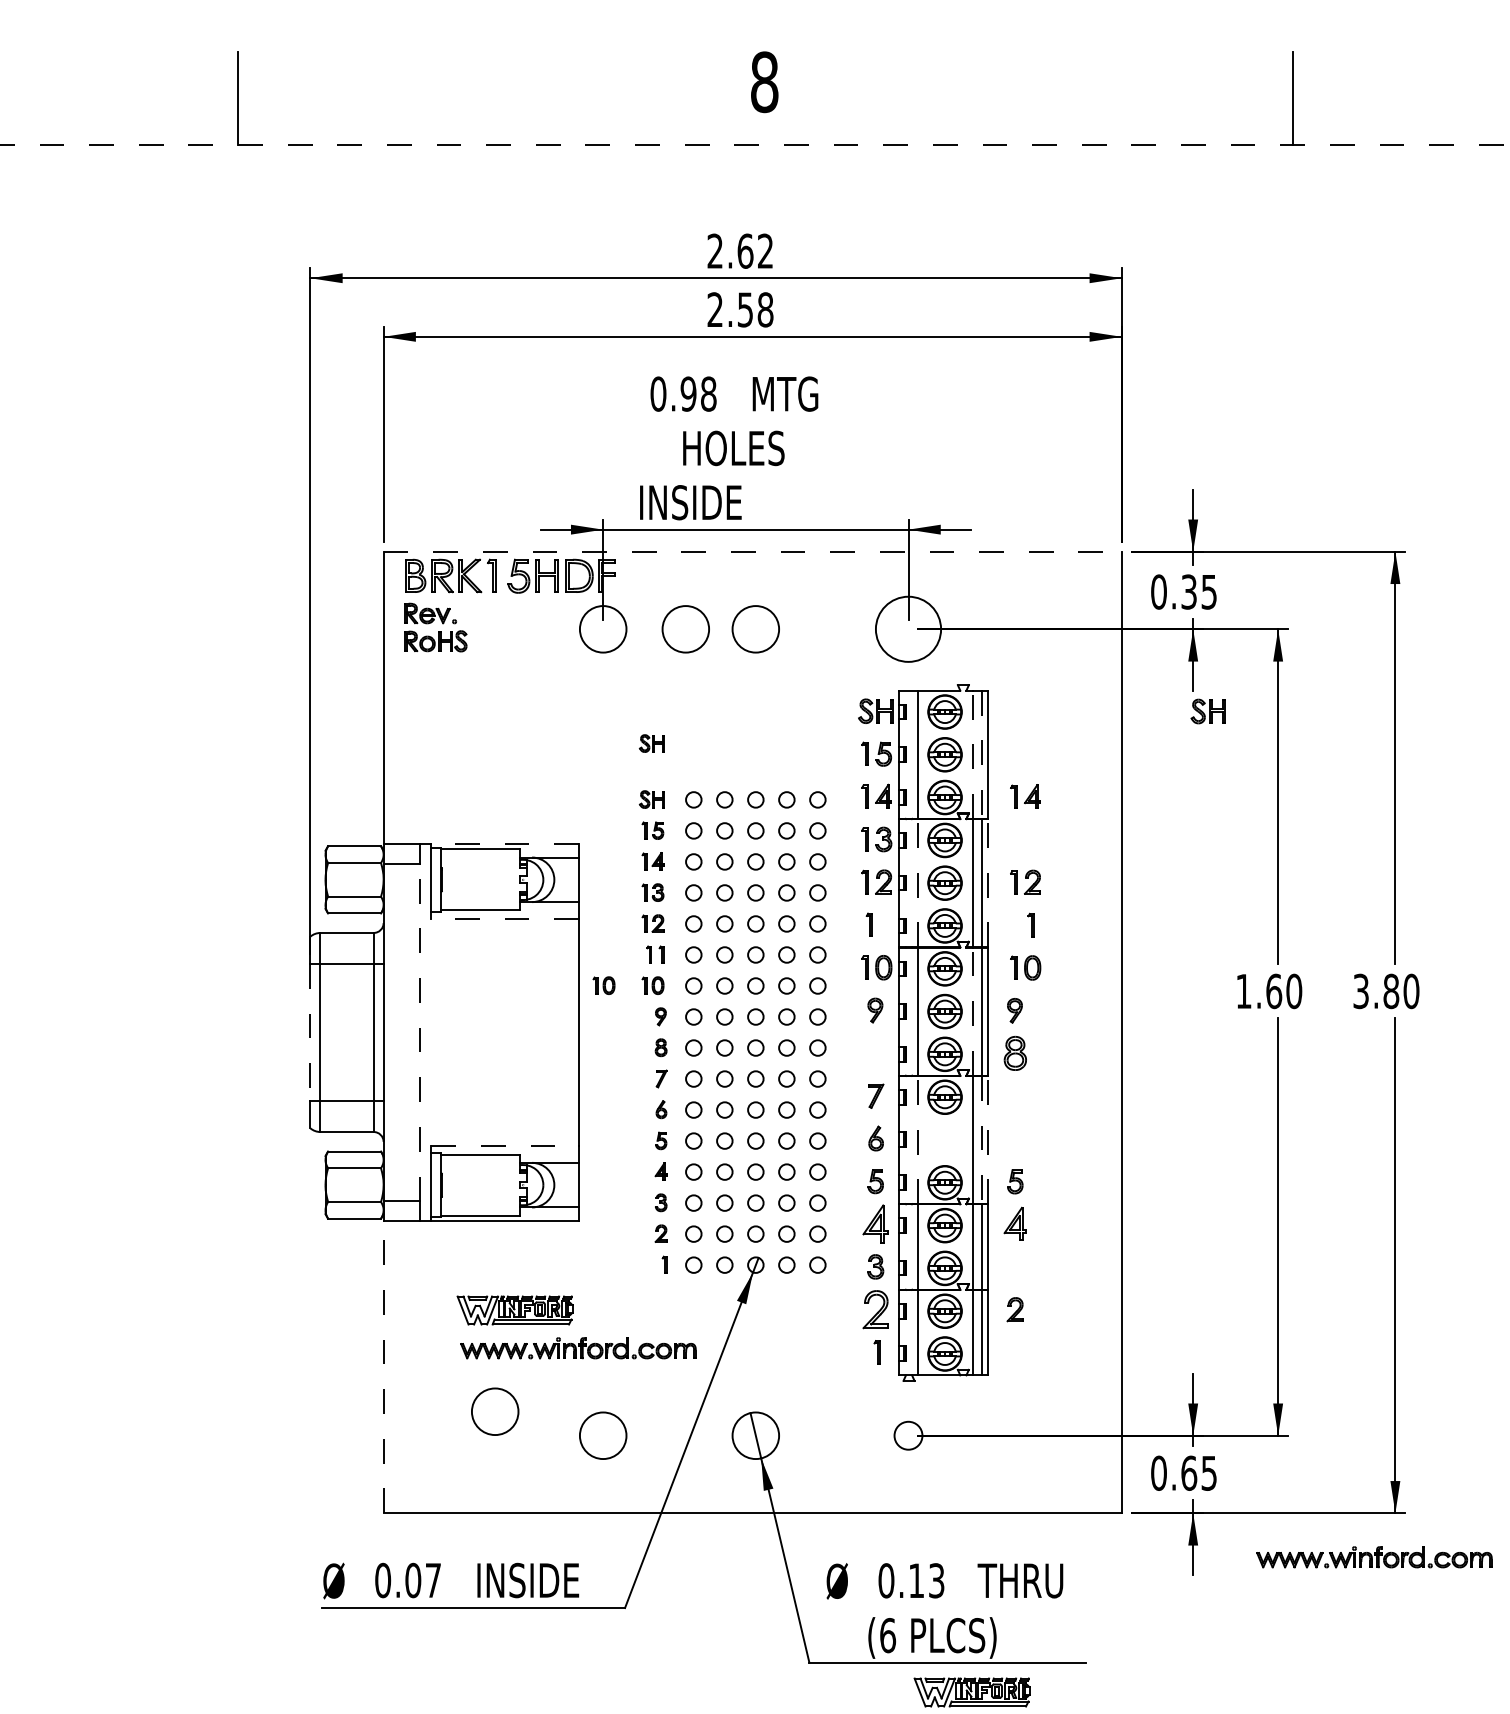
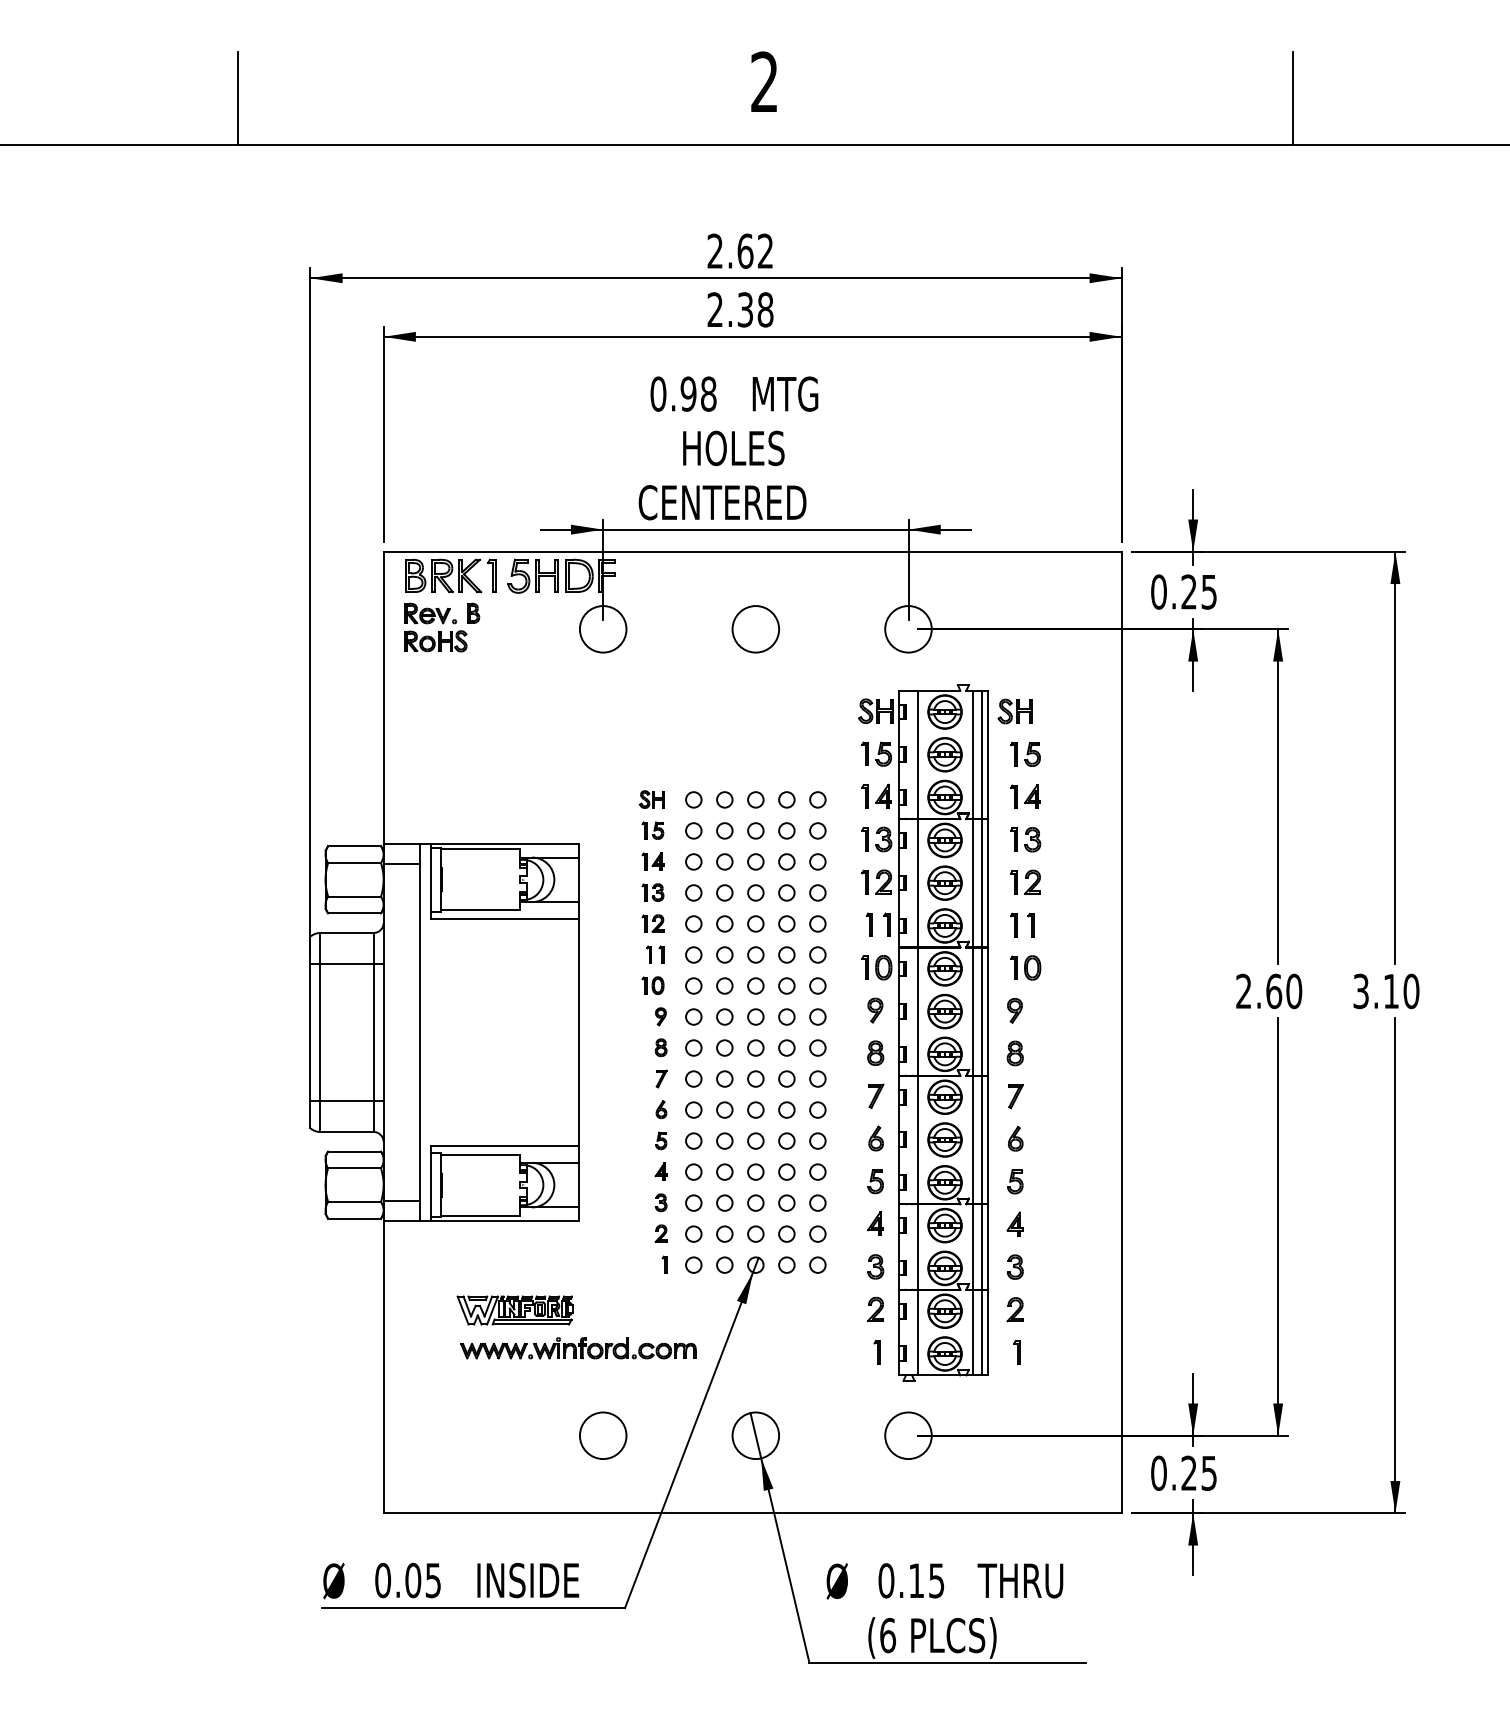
text at (764, 82): 8 -> 2
line at (755, 144): dashed -> solid
text at (745, 309): 2.58 -> 2.38
text at (722, 502): INSIDE -> CENTERED
line at (753, 551): dashed -> solid
text at (1188, 591): 0.35 -> 0.25
part at (473, 612): none -> present
circle at (908, 628) diameter: 65 px -> 47 px
circle at (685, 629): present -> none
part at (1207, 711) position: (1207, 711) -> (1014, 711)
part at (651, 743): present -> none
part at (1025, 753): none -> present
line at (972, 754): dashed -> solid
line at (981, 755): dashed -> solid
part at (1025, 839): none -> present
line at (505, 844): dashed -> solid
line at (917, 882): dashed -> solid
line at (987, 882): dashed -> solid
line at (505, 918): dashed -> solid
part at (886, 924): none -> present
part at (1013, 924): none -> present
part at (603, 985): present -> none
text at (1243, 990): 1.60 -> 2.60
text at (1391, 991): 3.80 -> 3.10
line at (972, 1011): dashed -> solid
line at (310, 1032): dashed -> solid
line at (419, 1032): dashed -> solid
part at (875, 1052): none -> present
part at (1014, 1052) size: 24x36 px -> 18x27 px
part at (1015, 1096): none -> present
part at (1015, 1138): none -> present
line at (917, 1139): dashed -> solid
part at (944, 1139): none -> present
line at (987, 1139): dashed -> solid
line at (981, 1140): dashed -> solid
line at (505, 1146): dashed -> solid
part at (875, 1223) size: 27x40 px -> 17x25 px
part at (1014, 1223) size: 24x35 px -> 18x26 px
part at (1014, 1266): none -> present
part at (875, 1309) size: 27x40 px -> 17x26 px
part at (1016, 1352): none -> present
line at (383, 1366): dashed -> solid
circle at (495, 1411): present -> none
circle at (908, 1435) diameter: 28 px -> 47 px
text at (1189, 1472): 0.65 -> 0.25
part at (1374, 1557): present -> none
text at (432, 1580): 0.07 -> 0.05
text at (936, 1580): 0.13 -> 0.15
part at (971, 1692): present -> none
